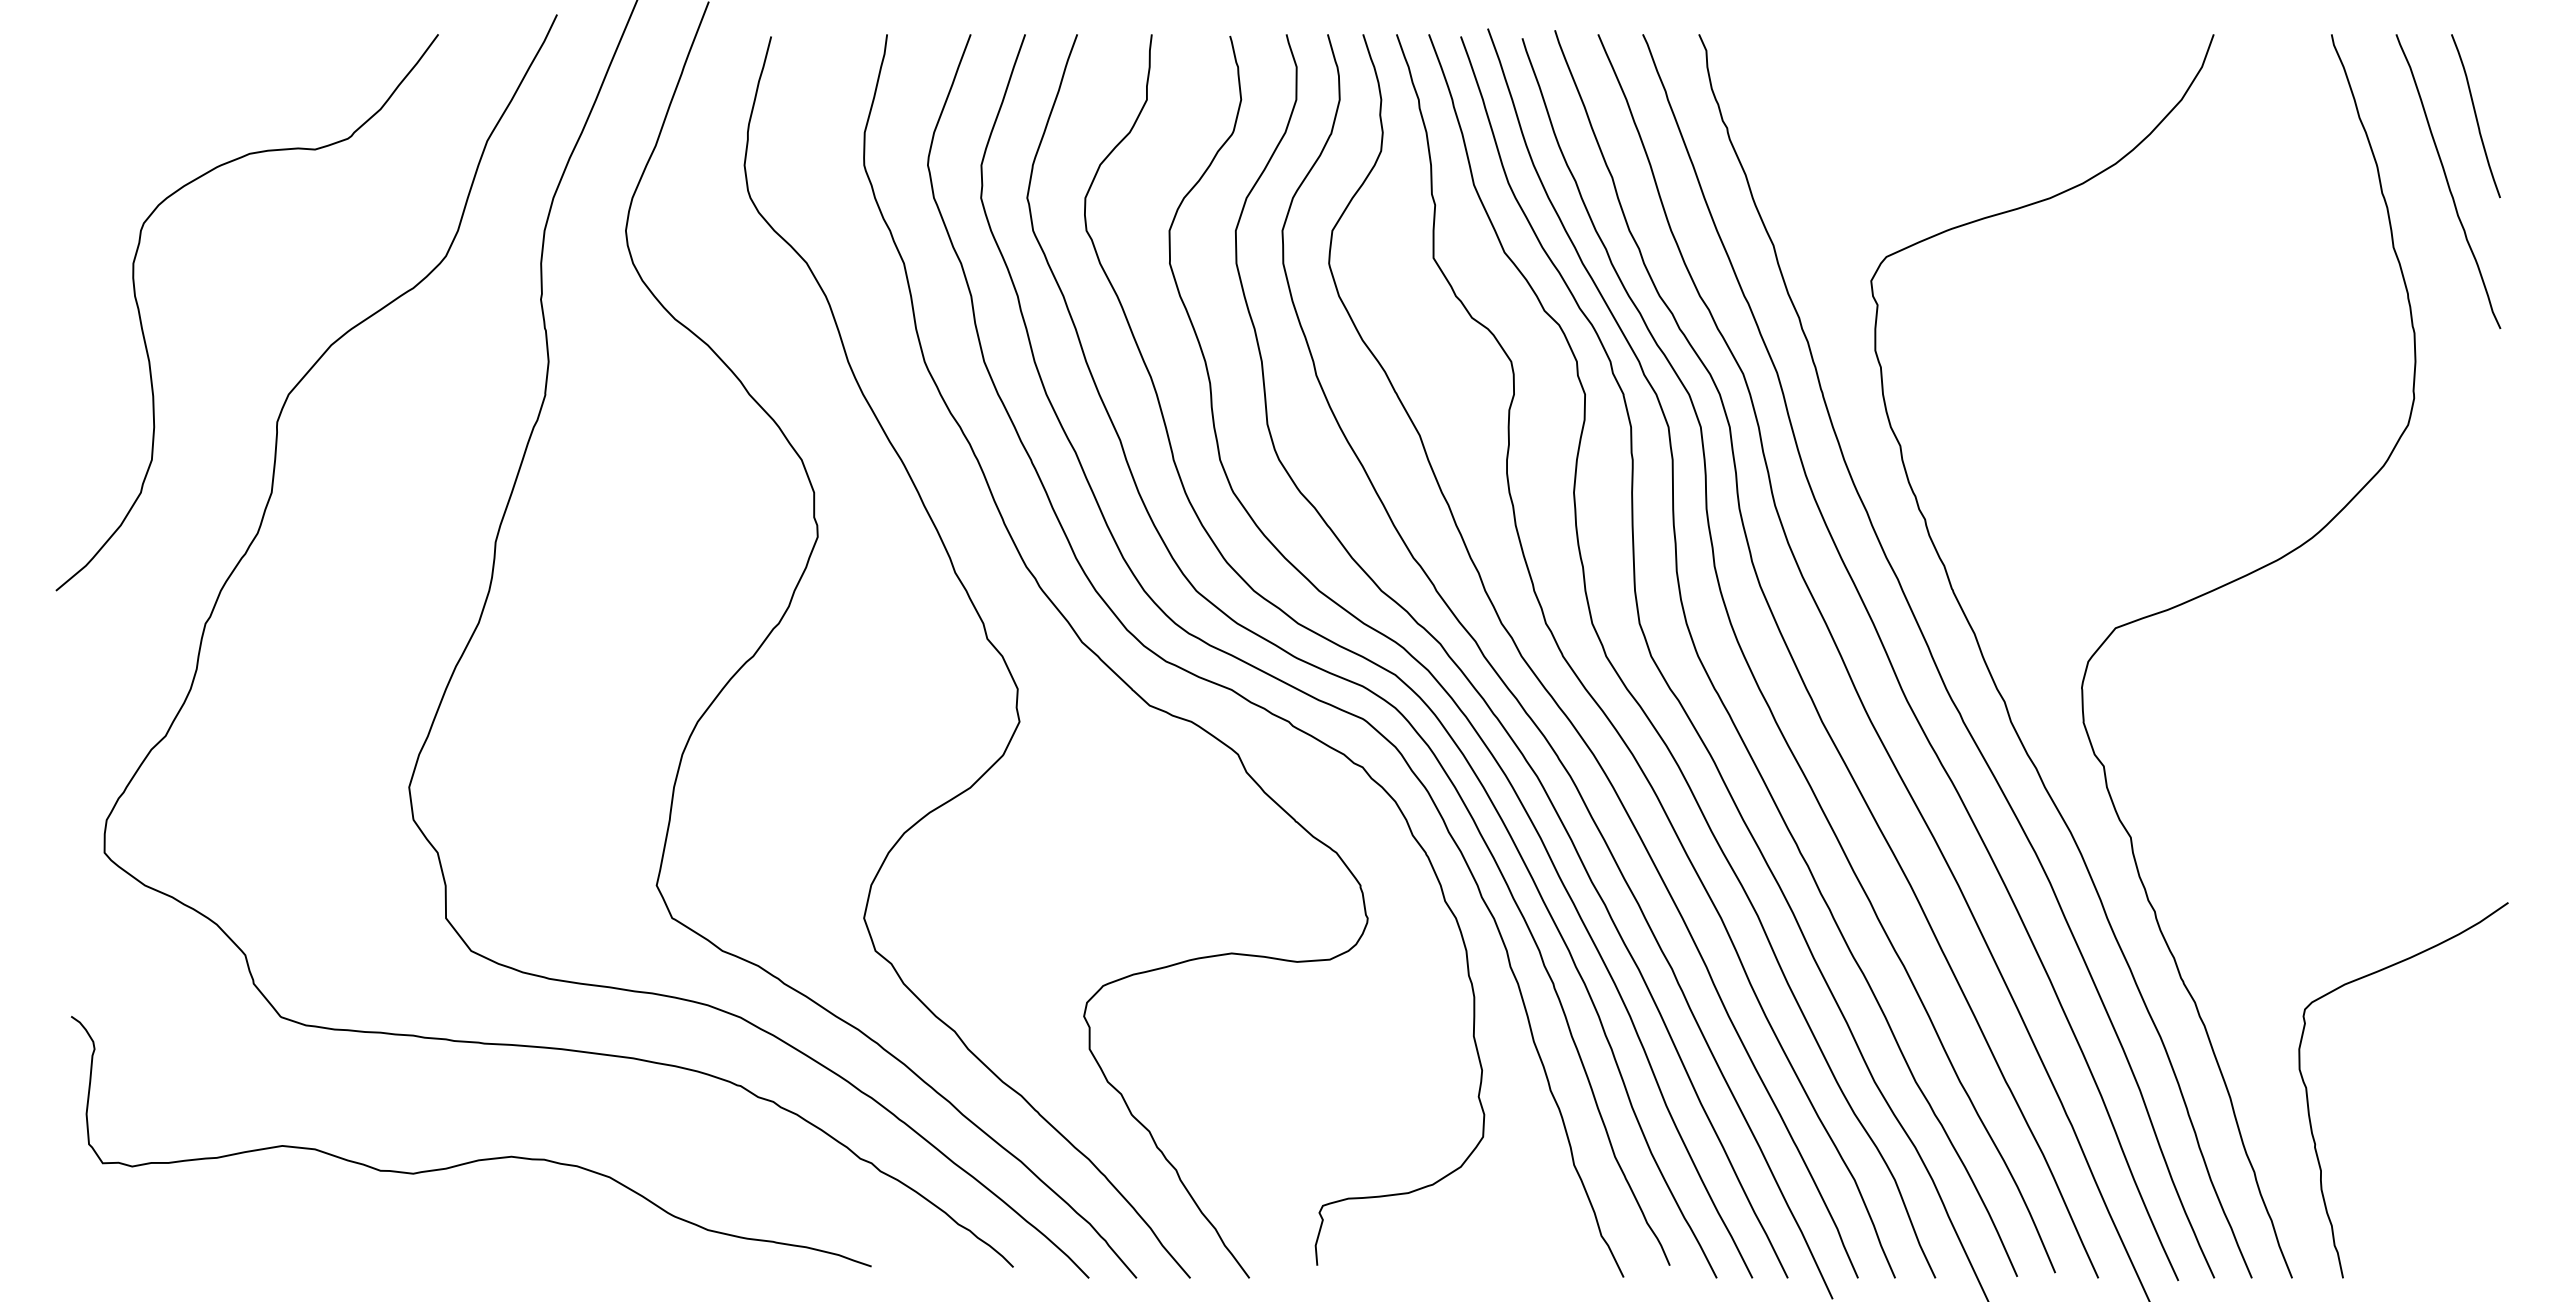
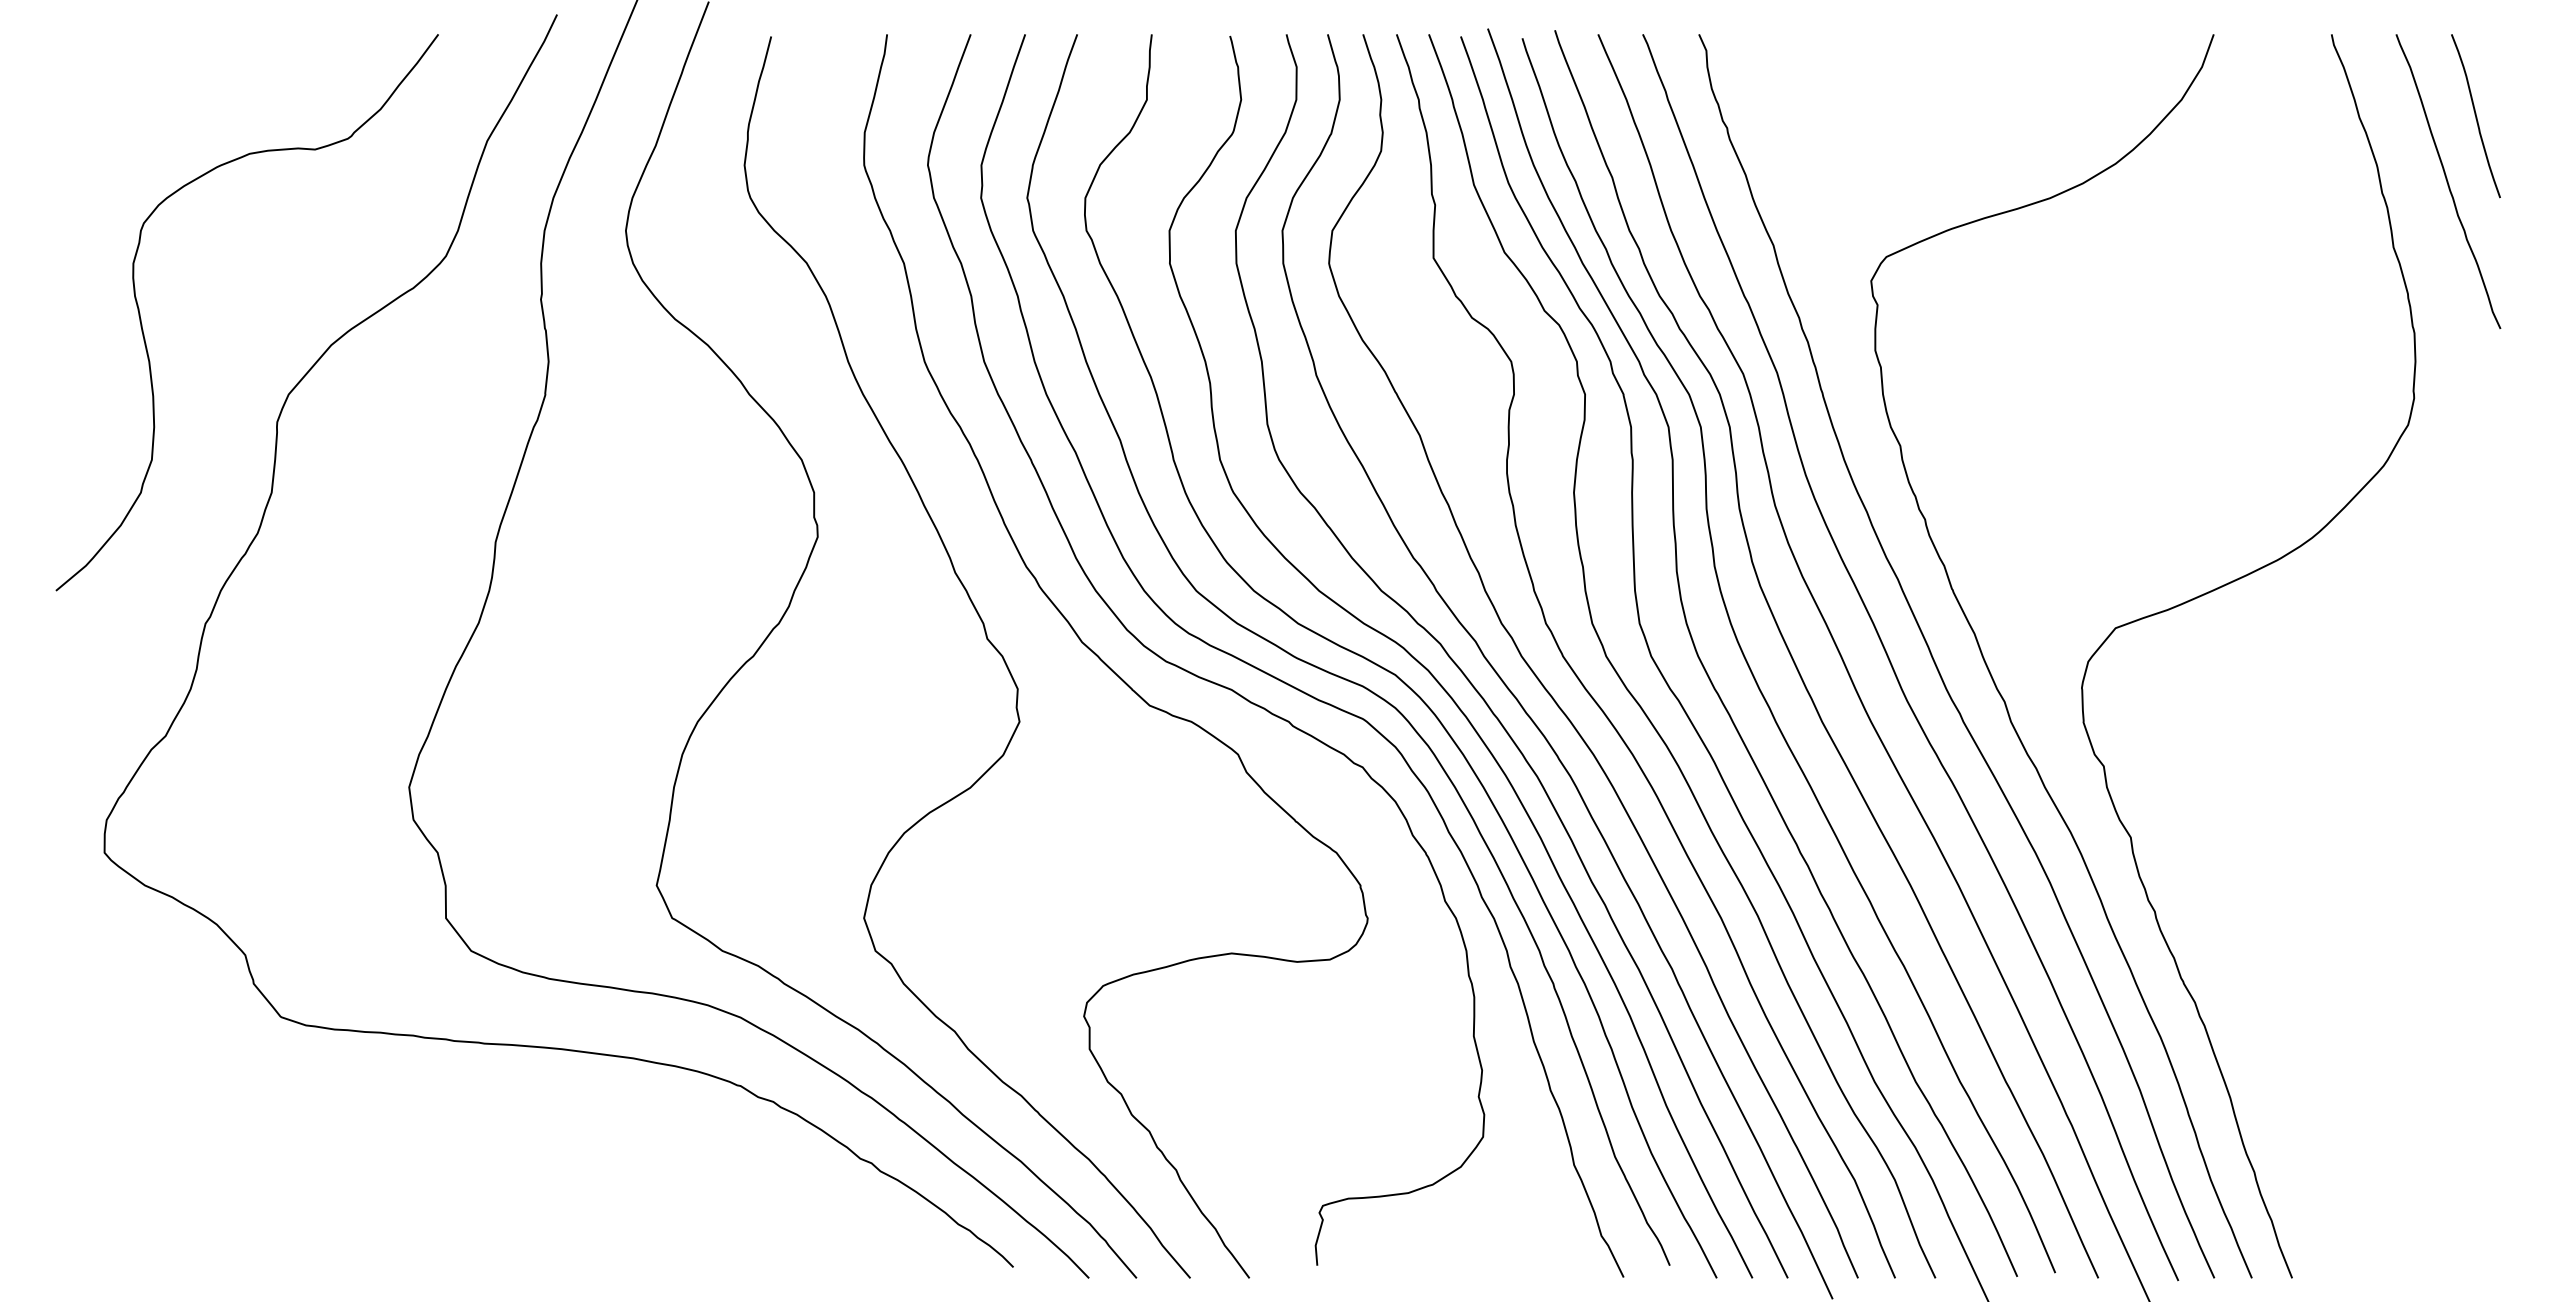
curve at (2308, 1097): present -> none
curve at (477, 1159): present -> none
